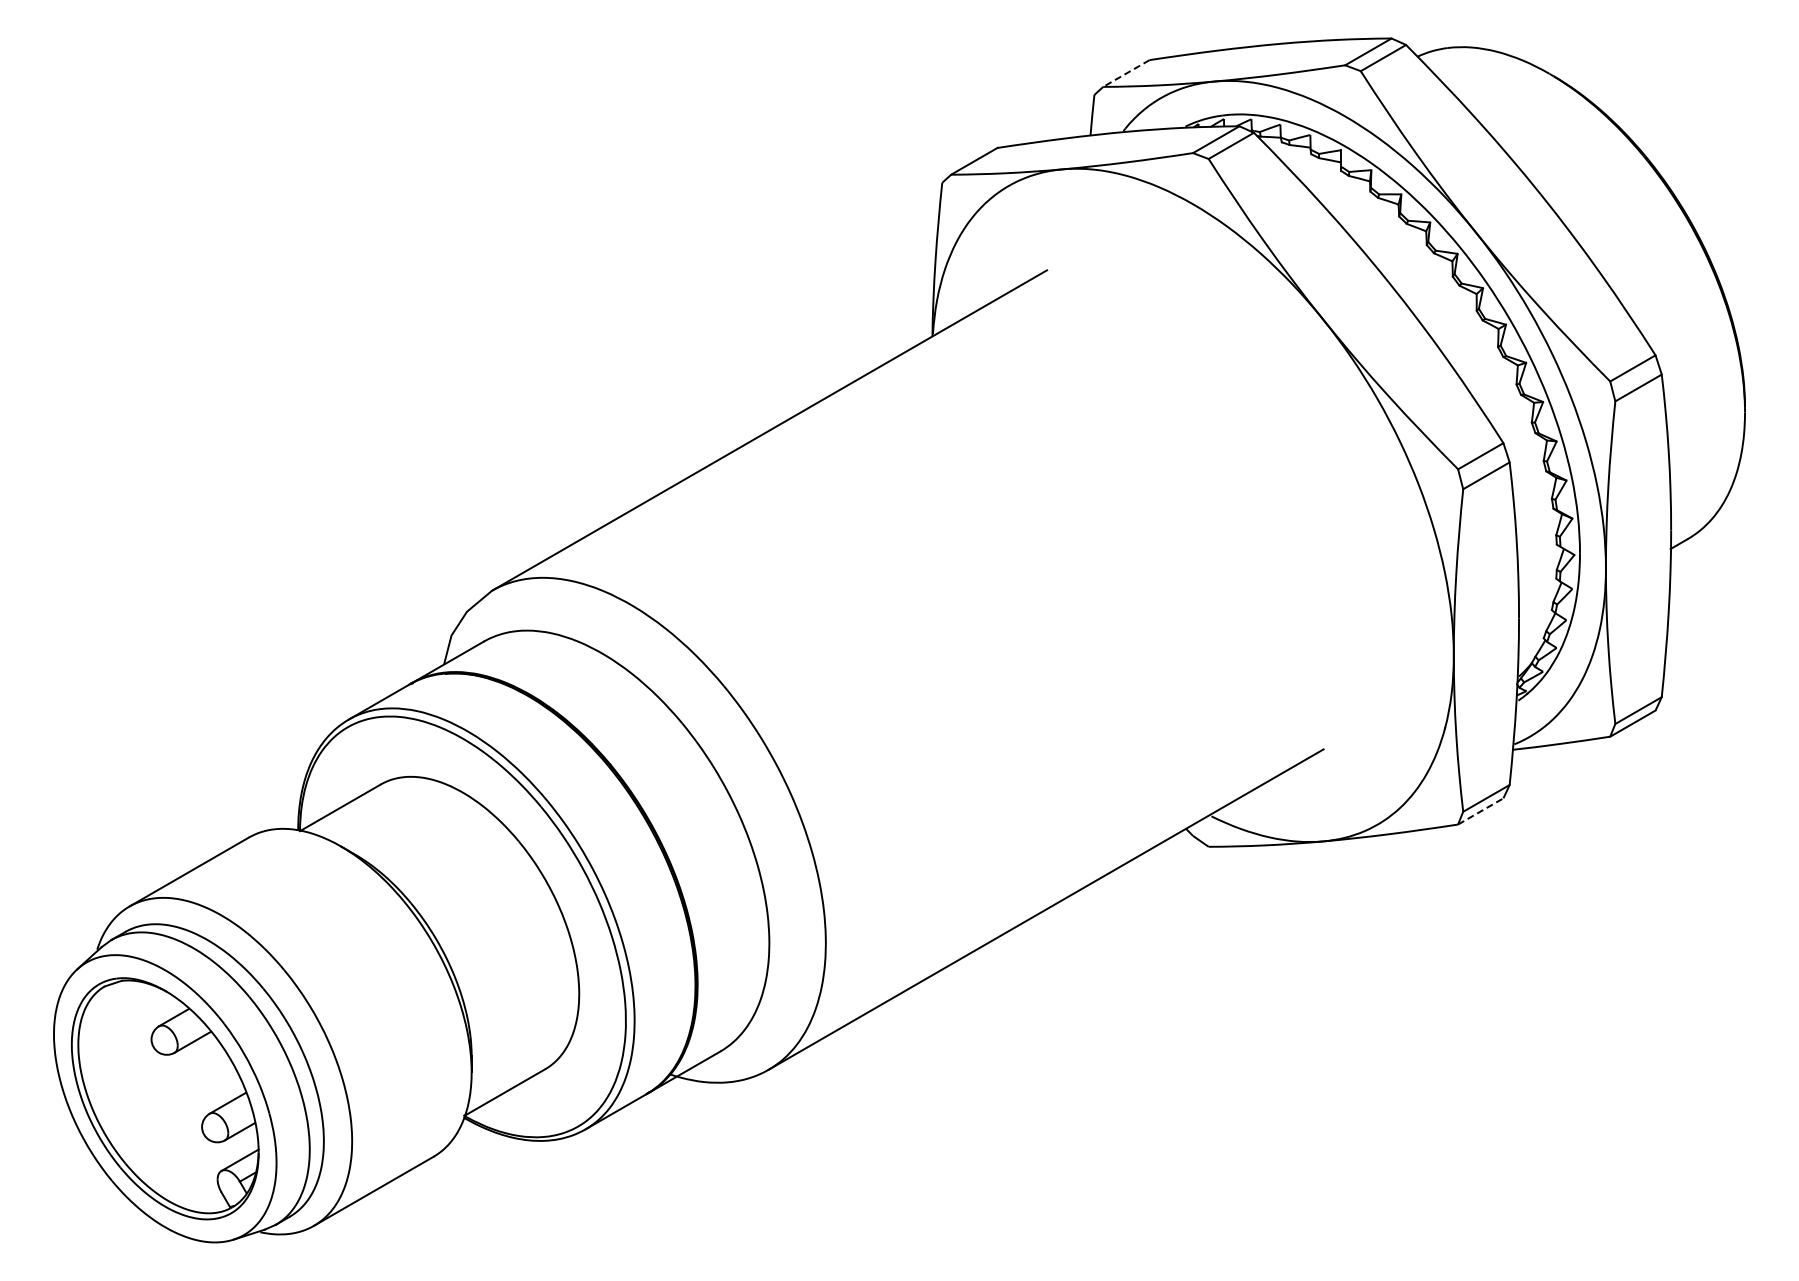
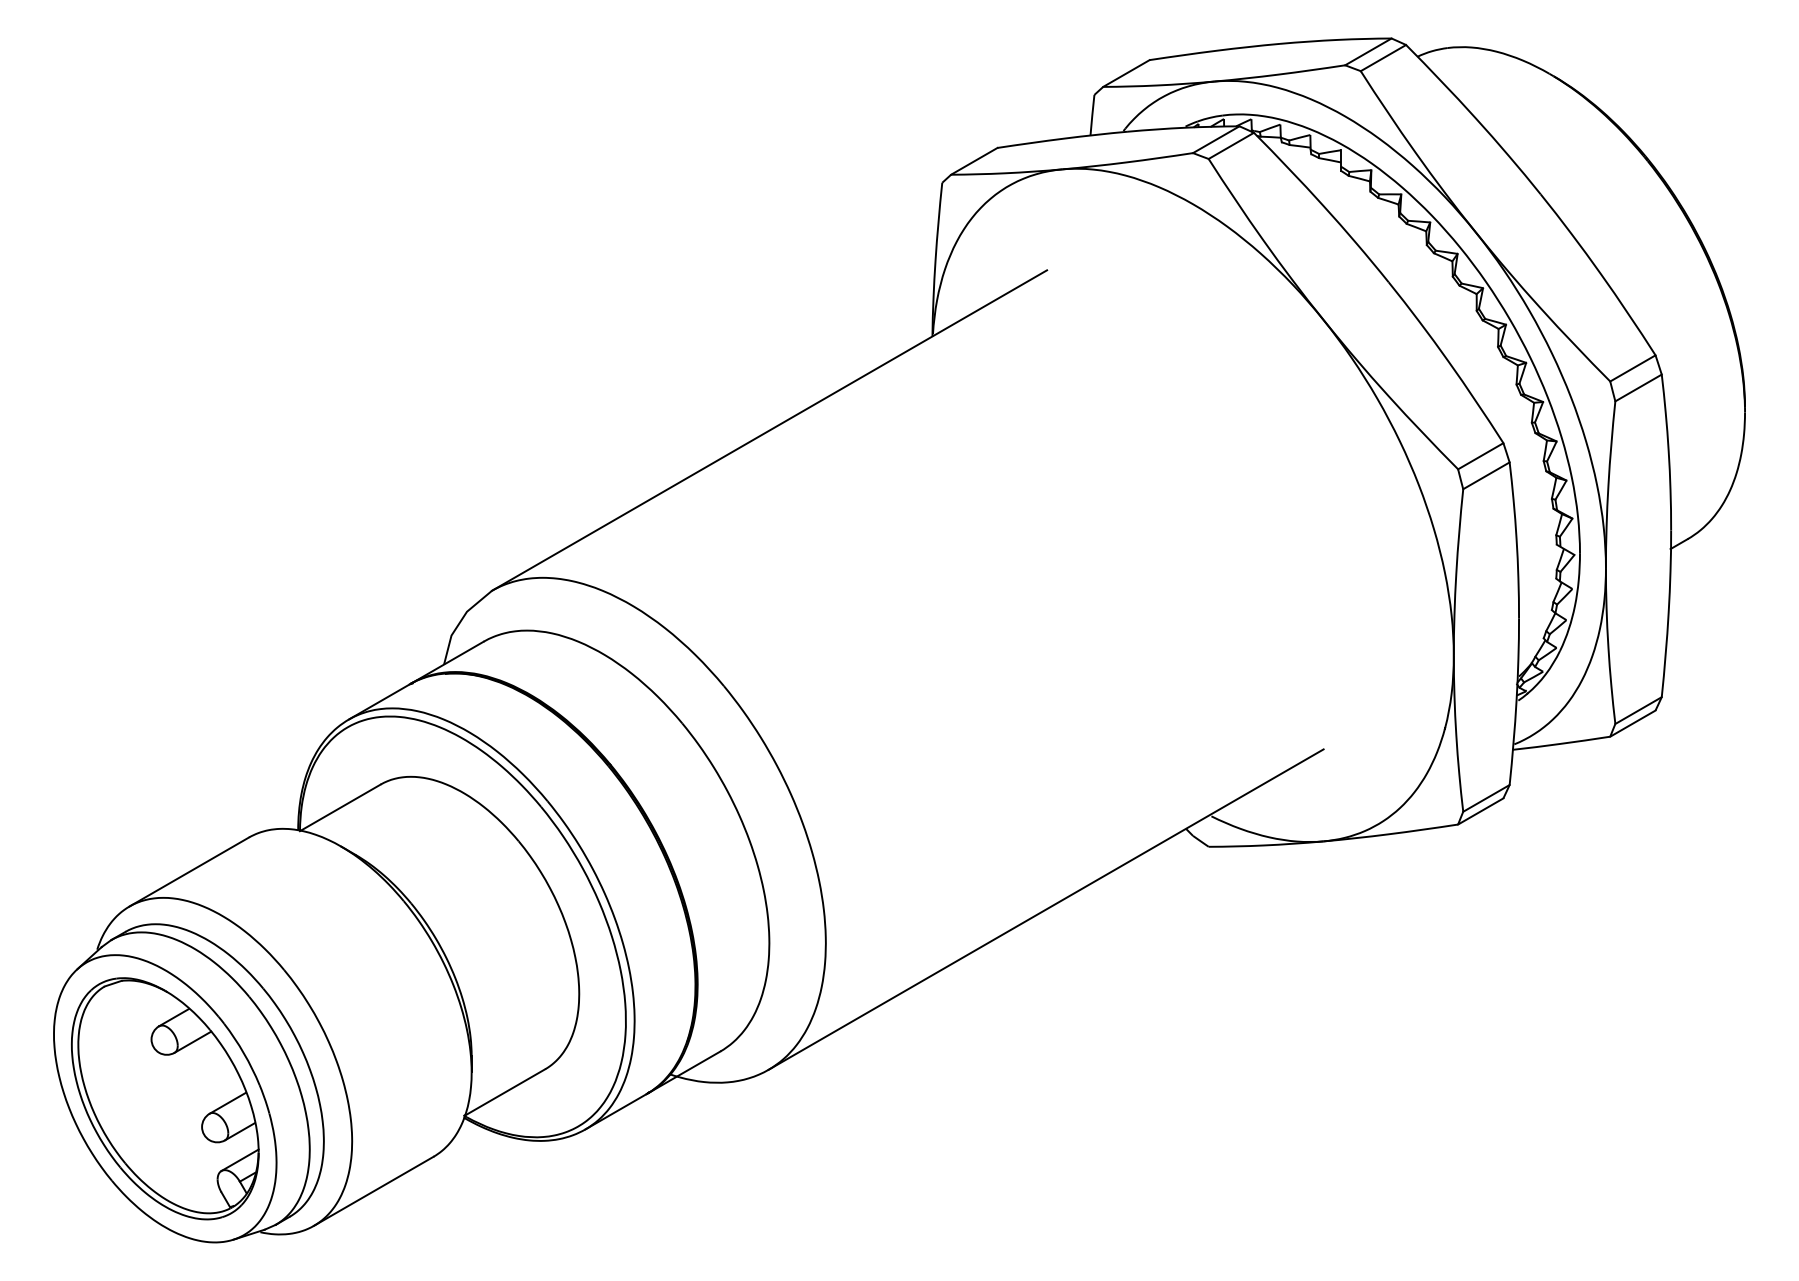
line at (1126, 73): dashed -> solid
line at (1481, 811): dashed -> solid
